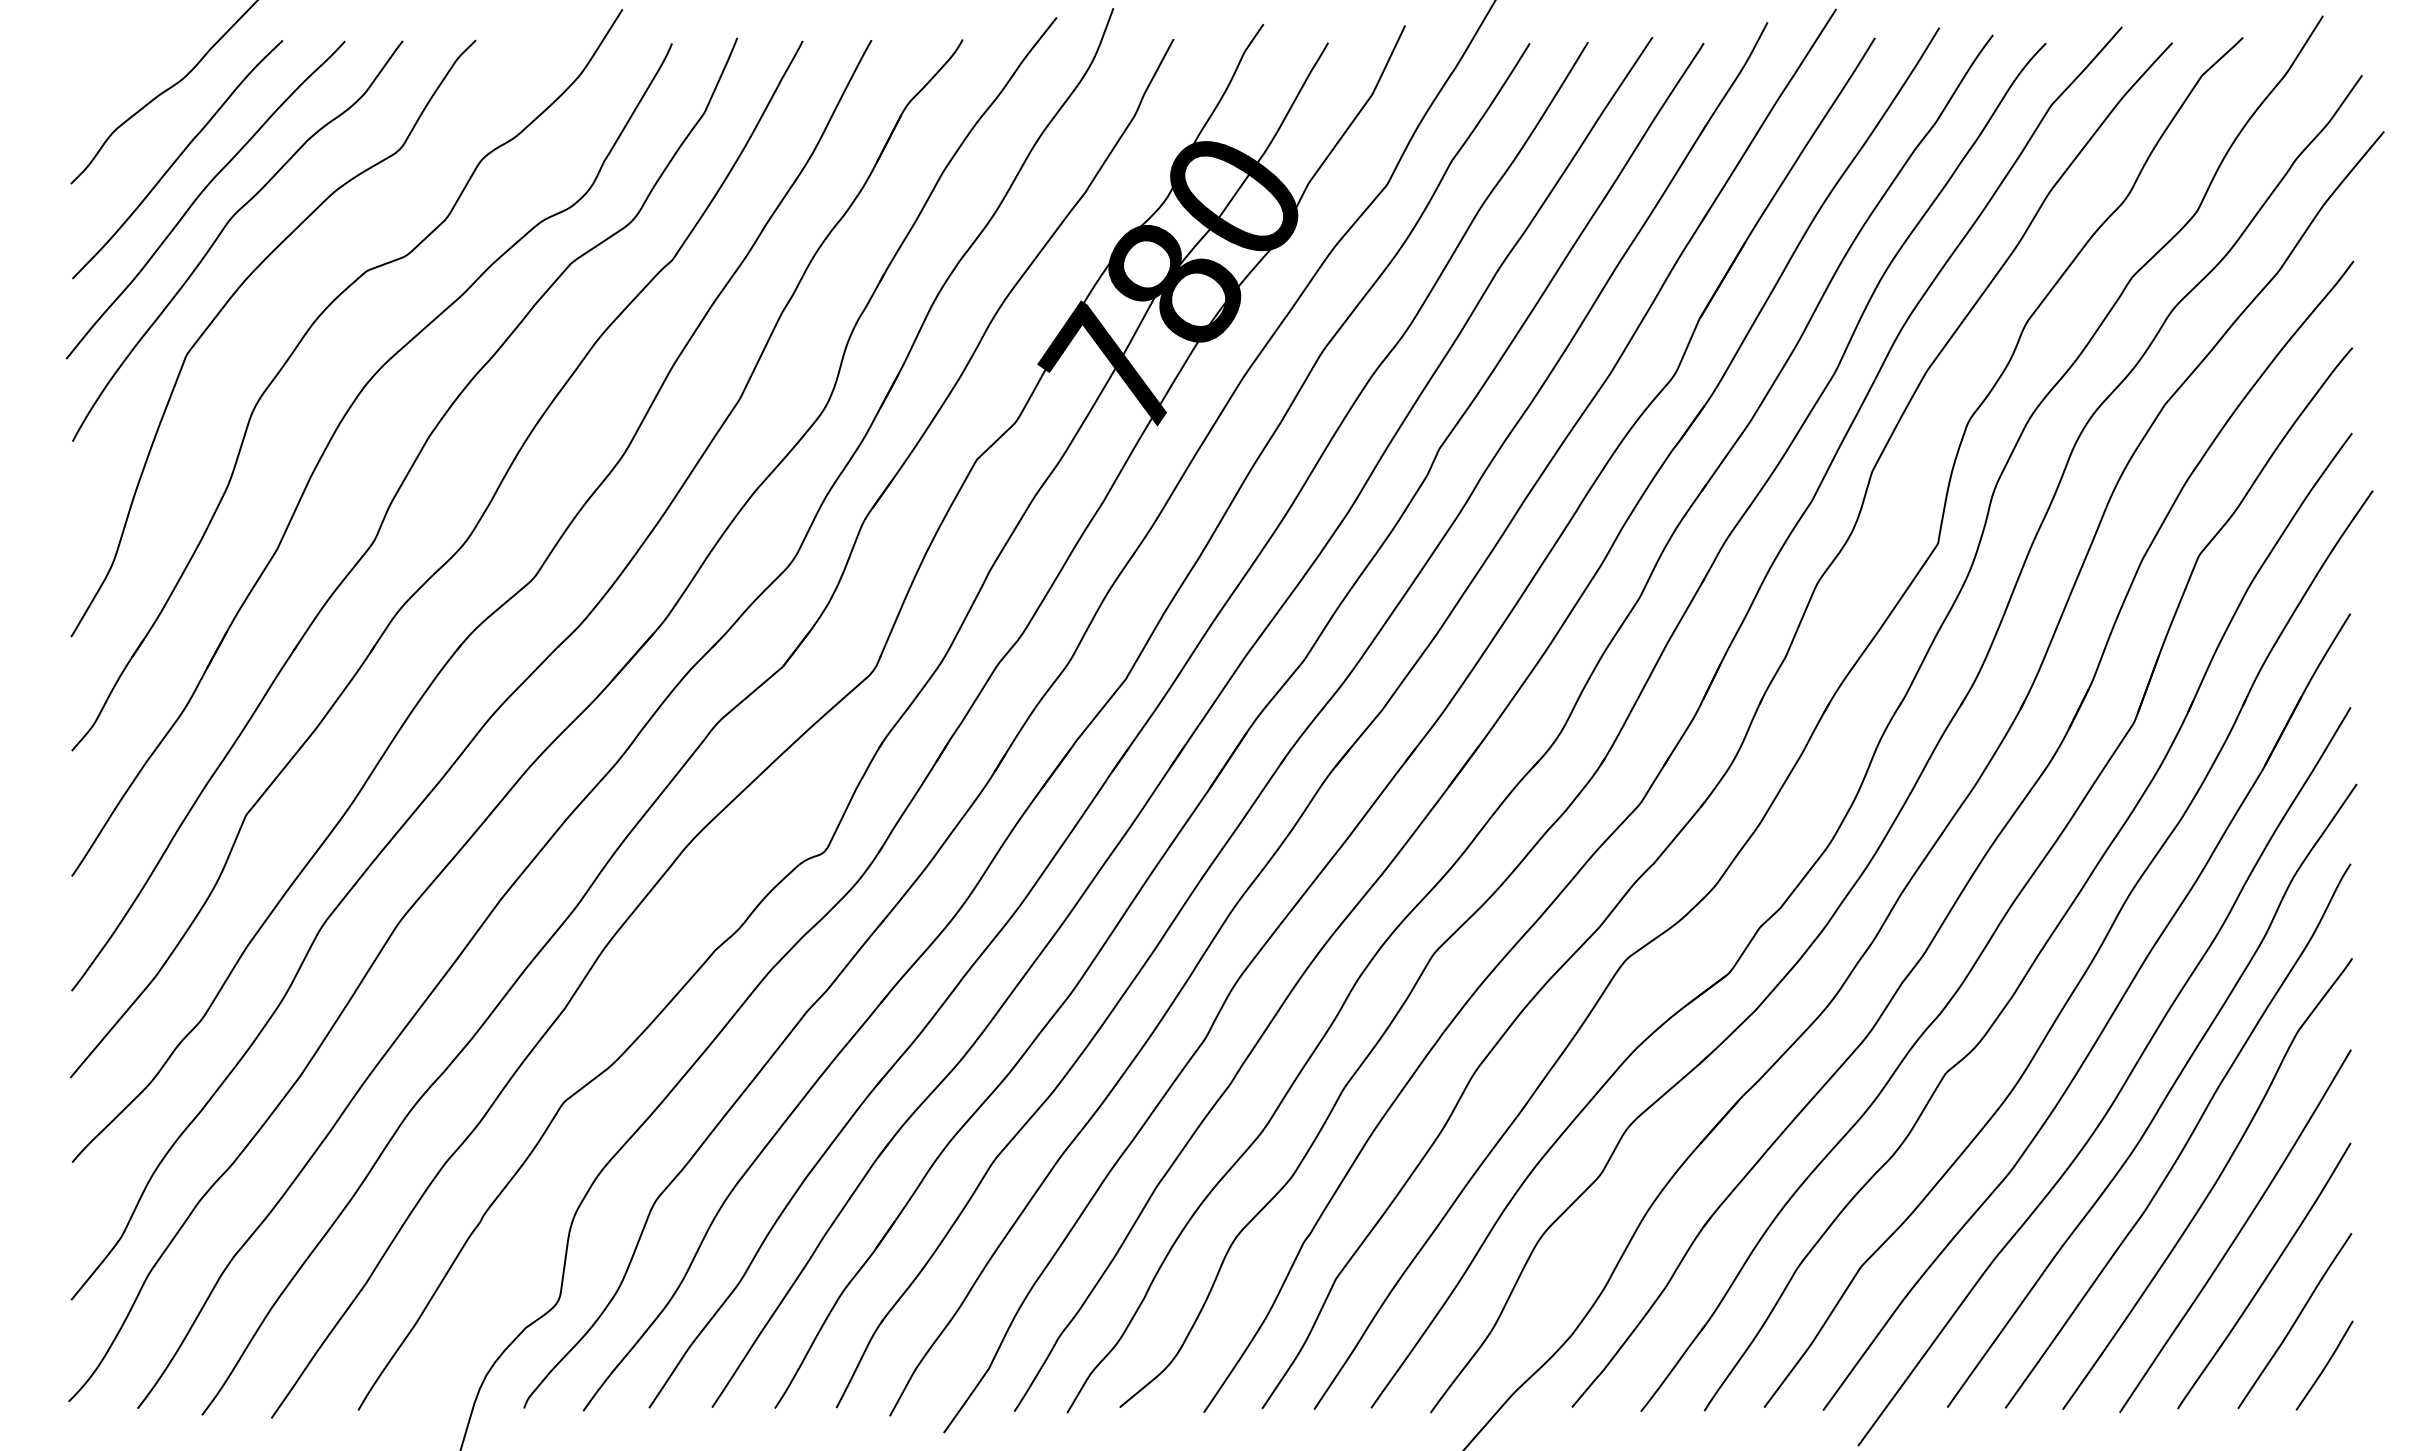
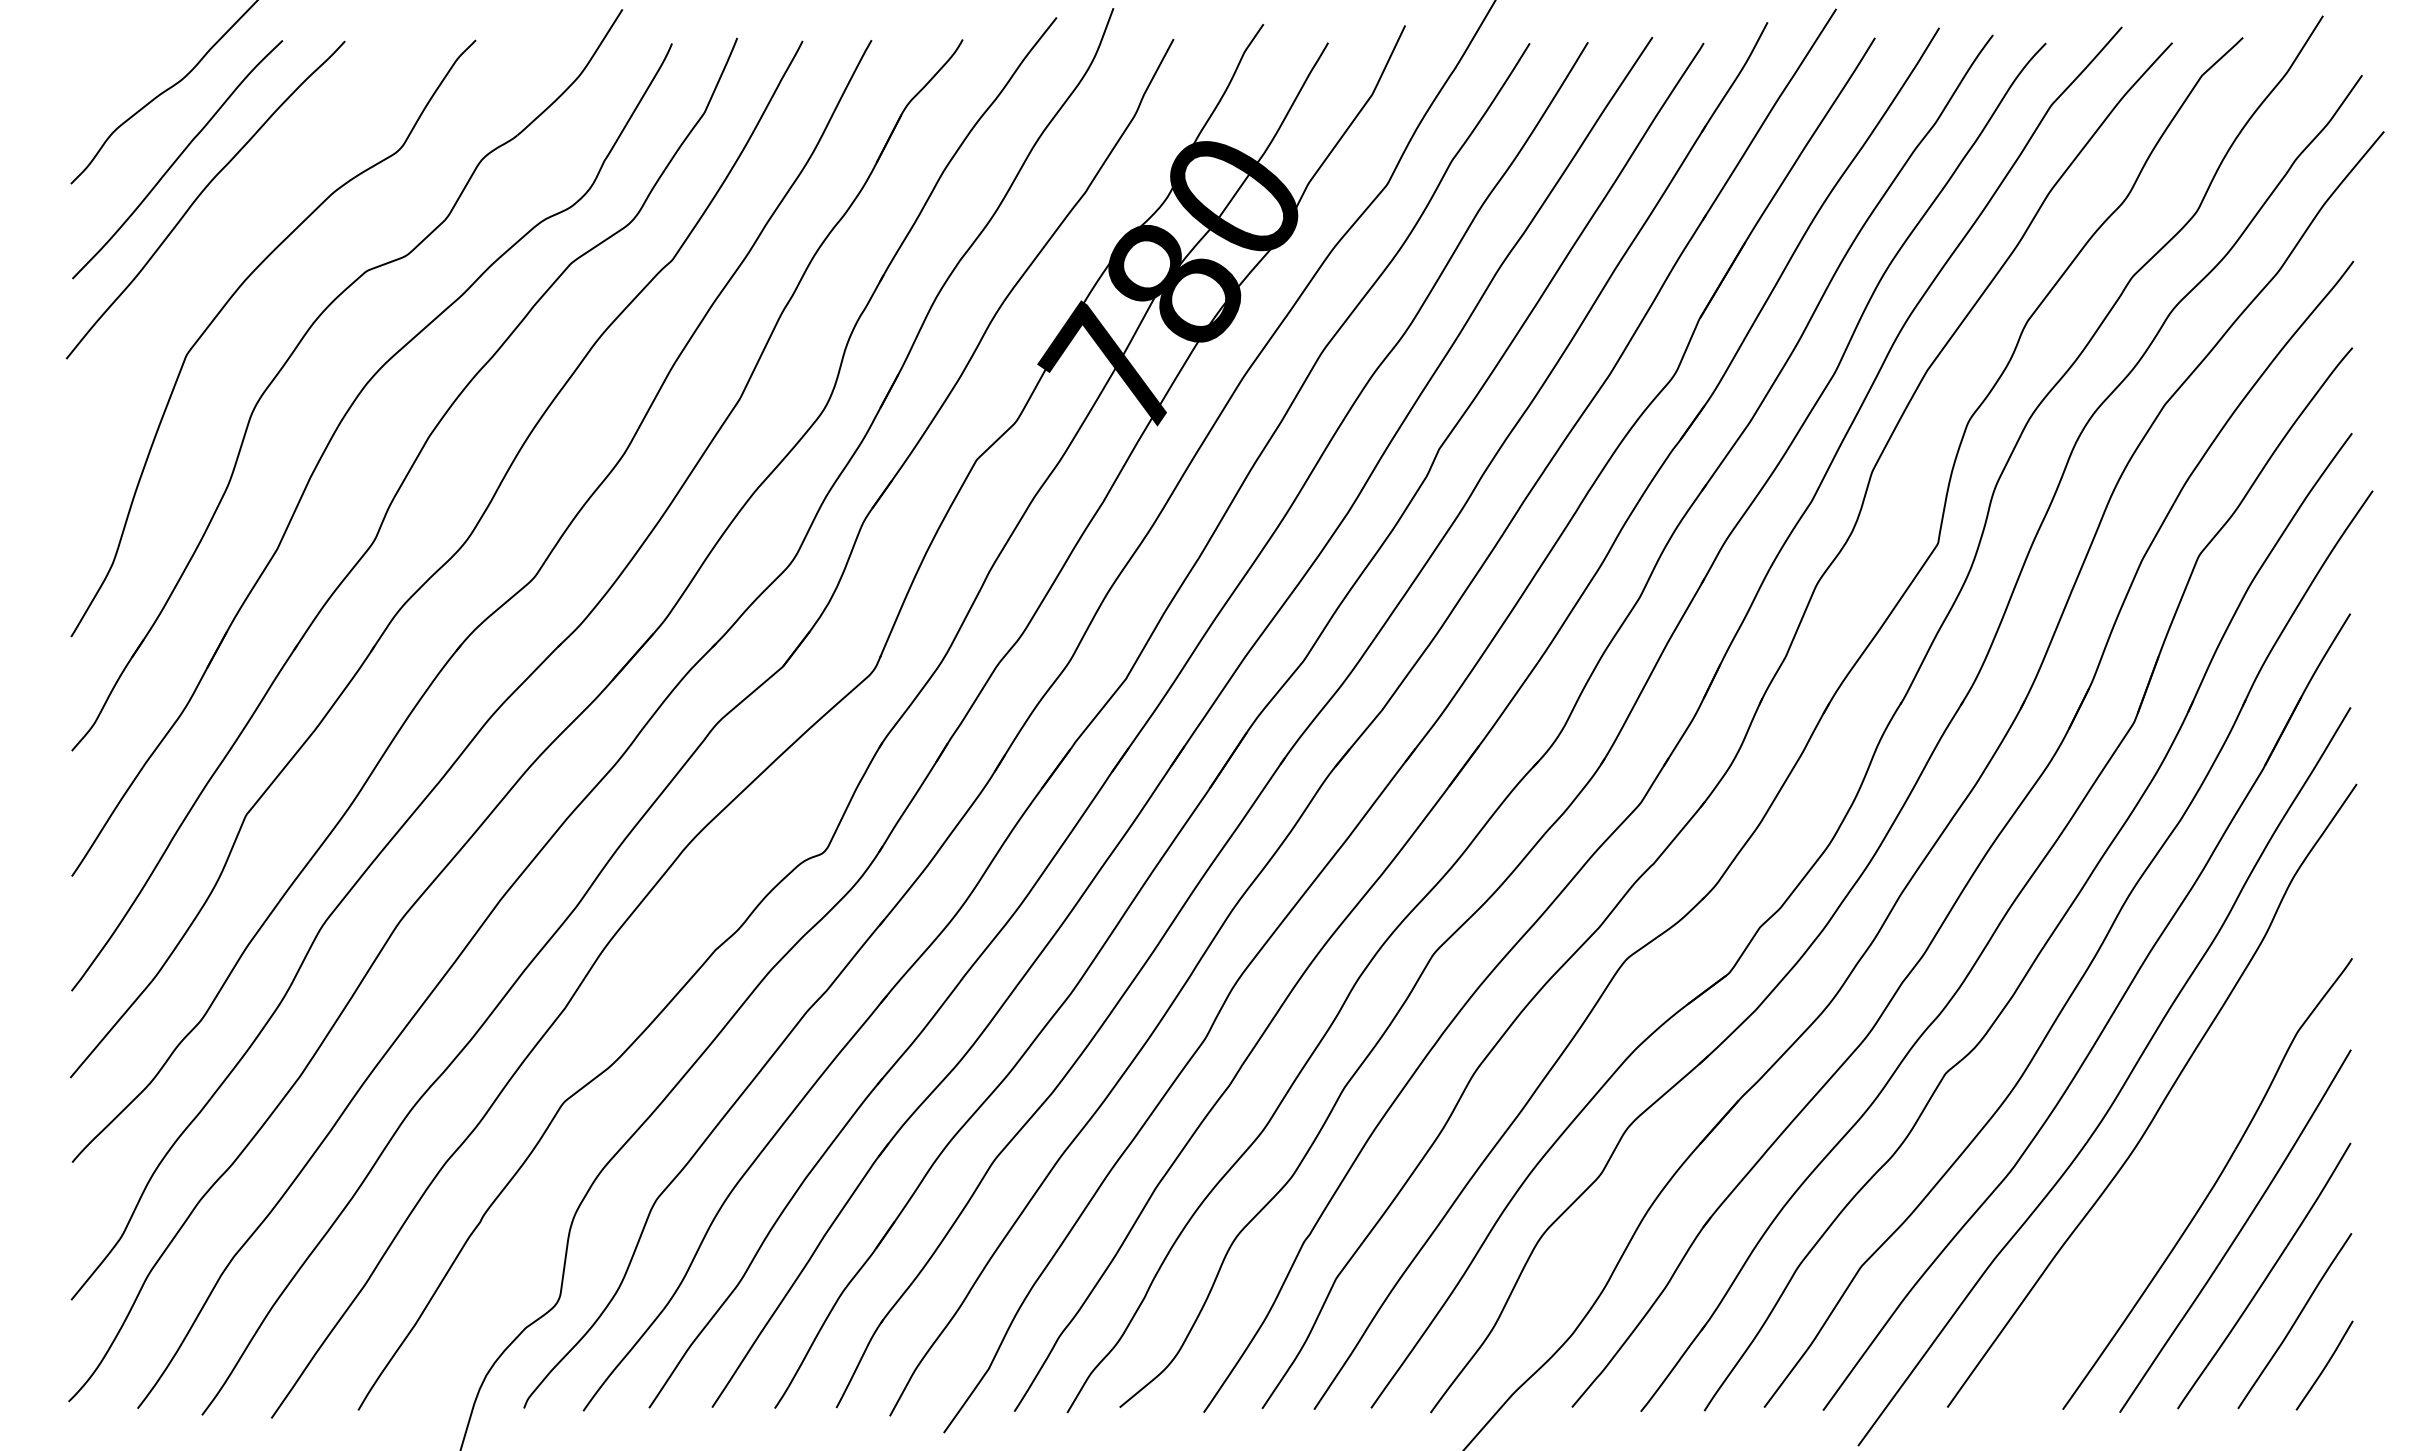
curve at (222, 232): present -> none
curve at (2187, 1139): present -> none
